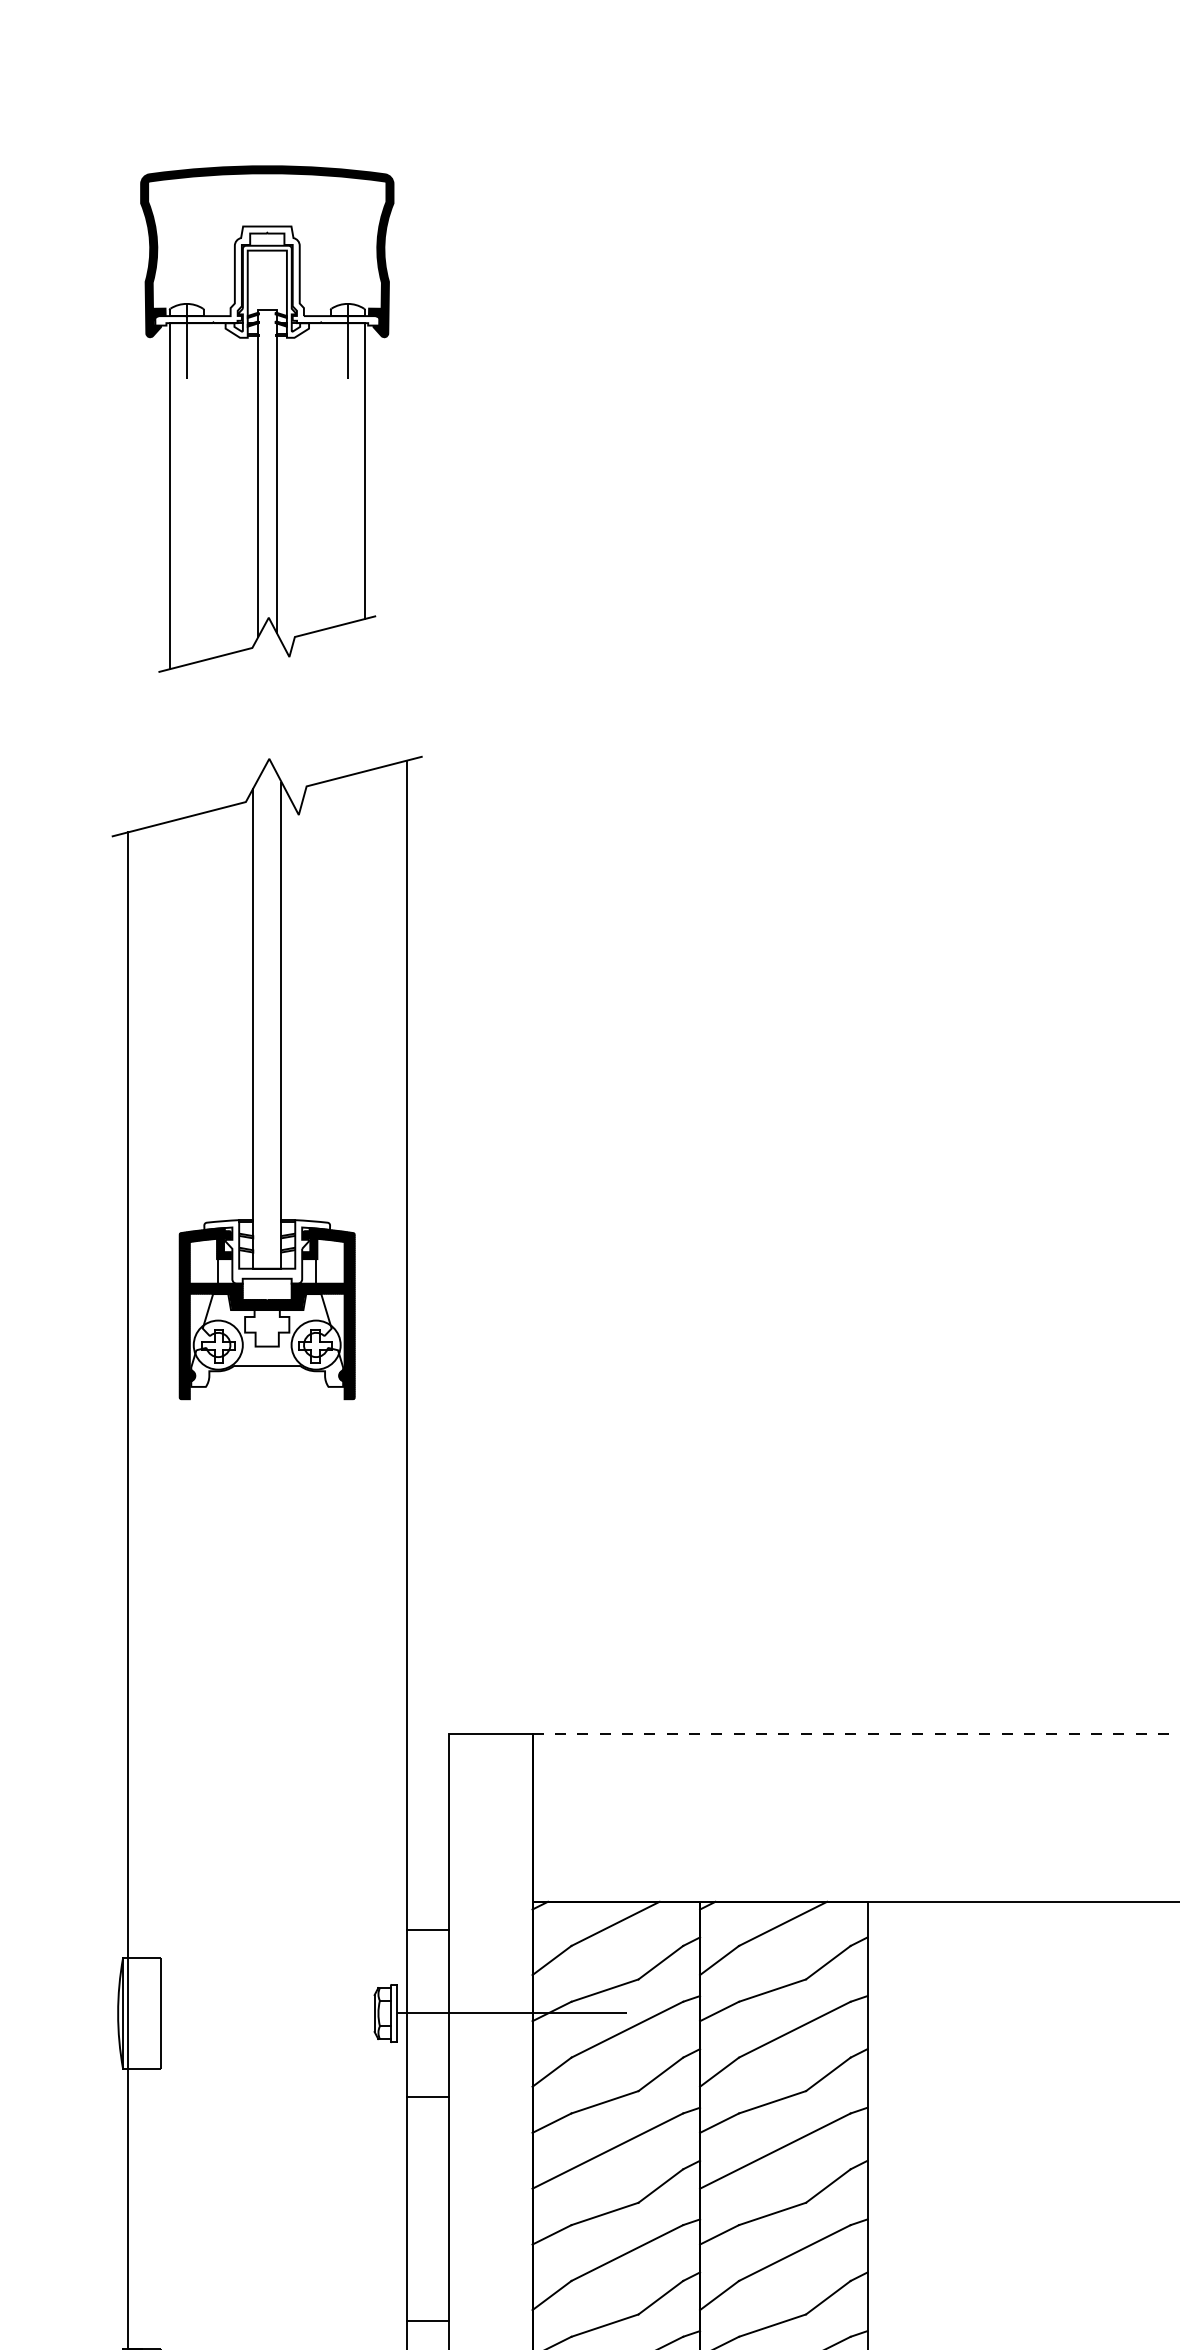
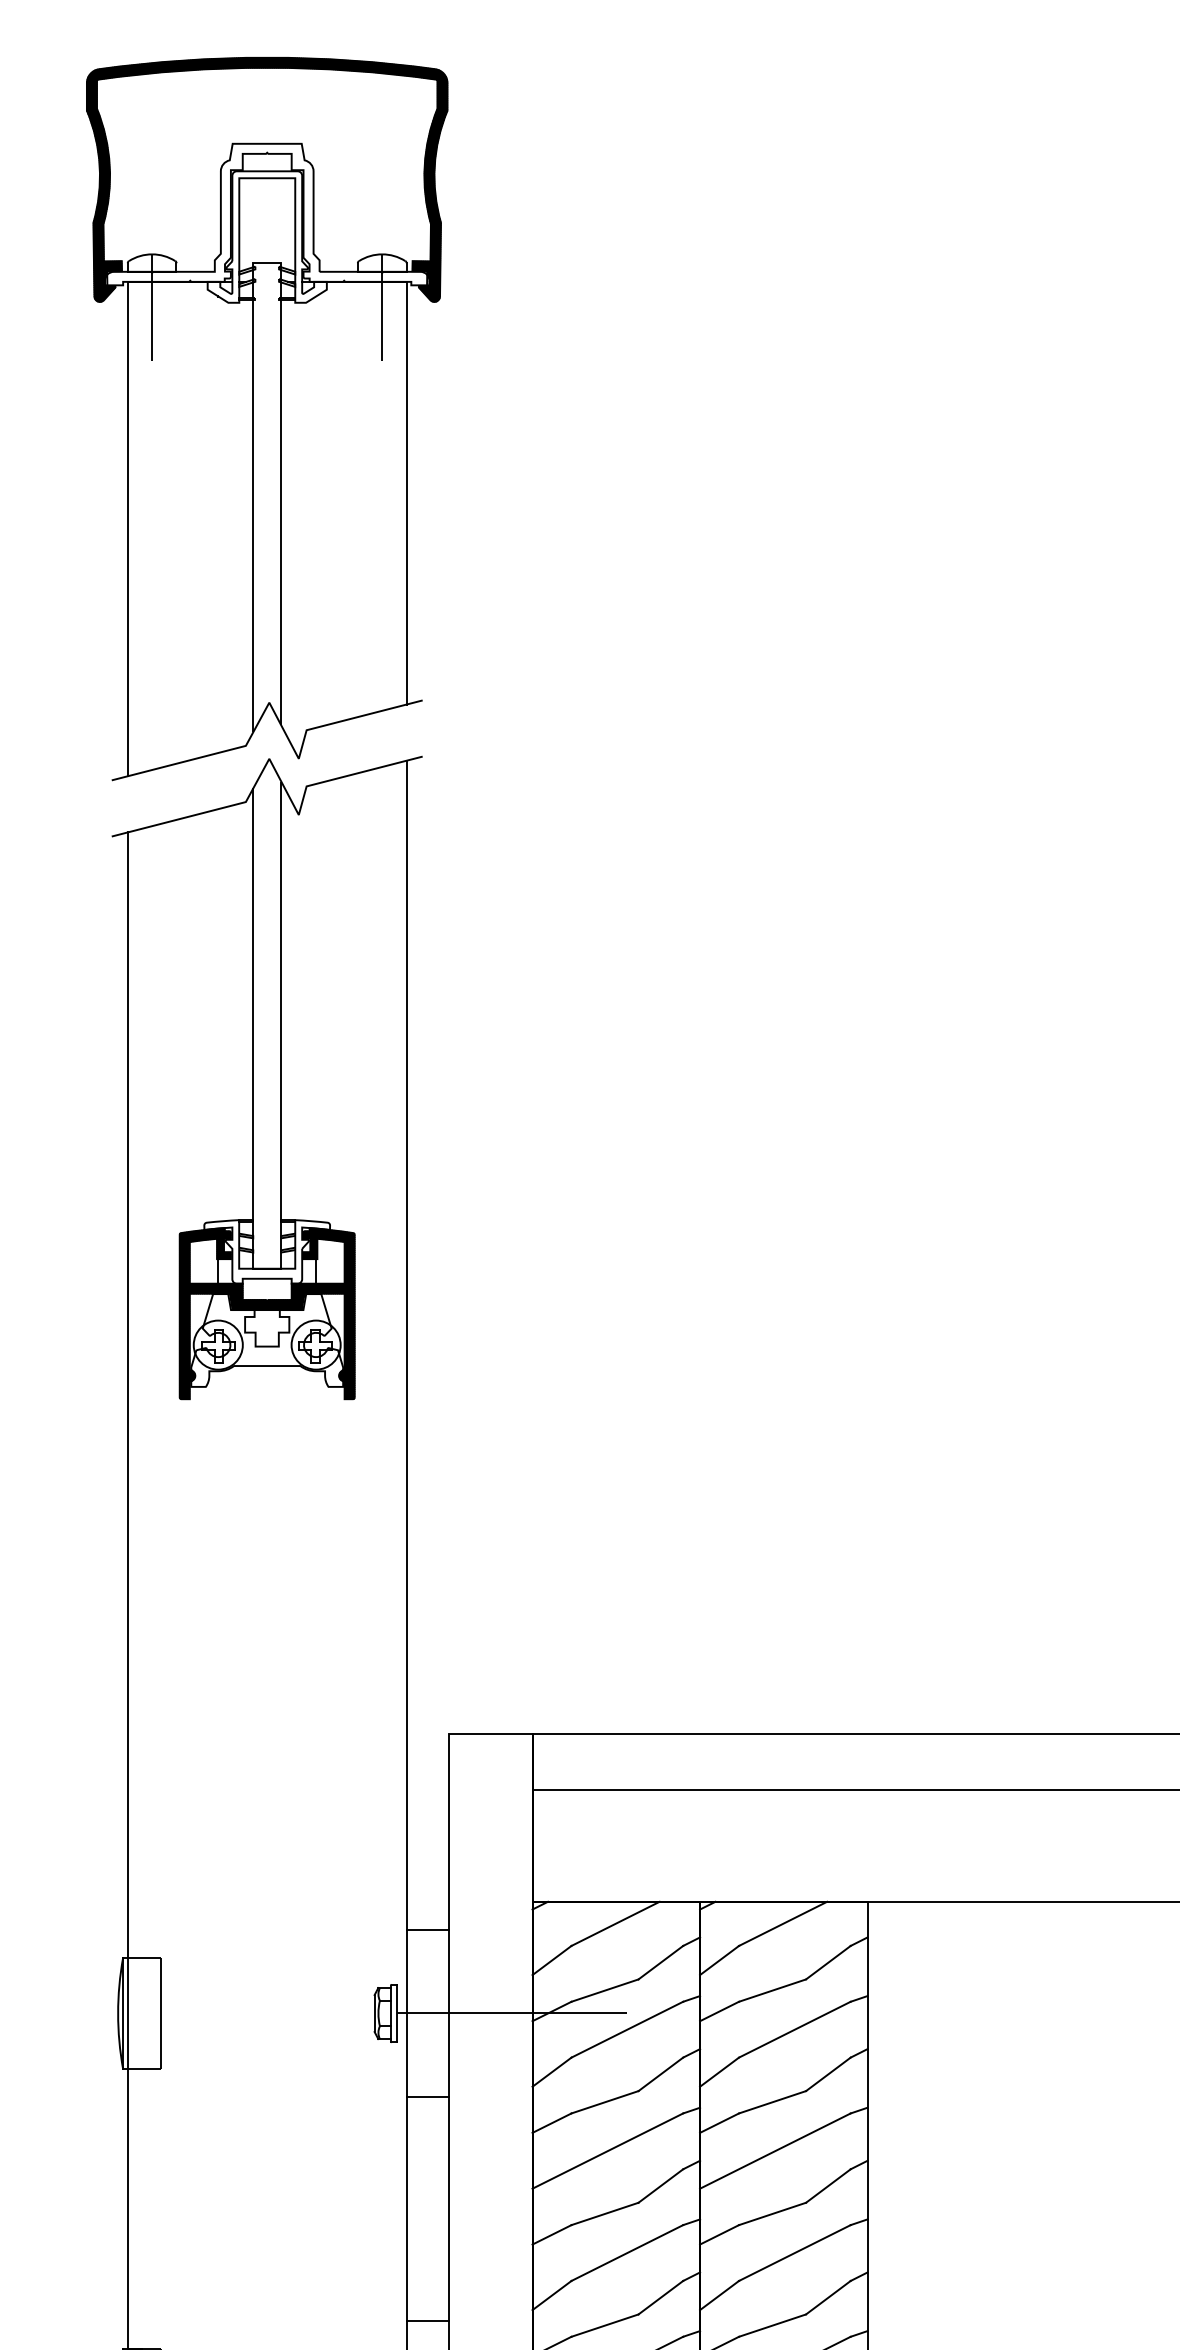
part at (267, 418) size: 255x508 px -> 363x725 px
line at (856, 1734): dashed -> solid
line at (854, 1790): none -> present
